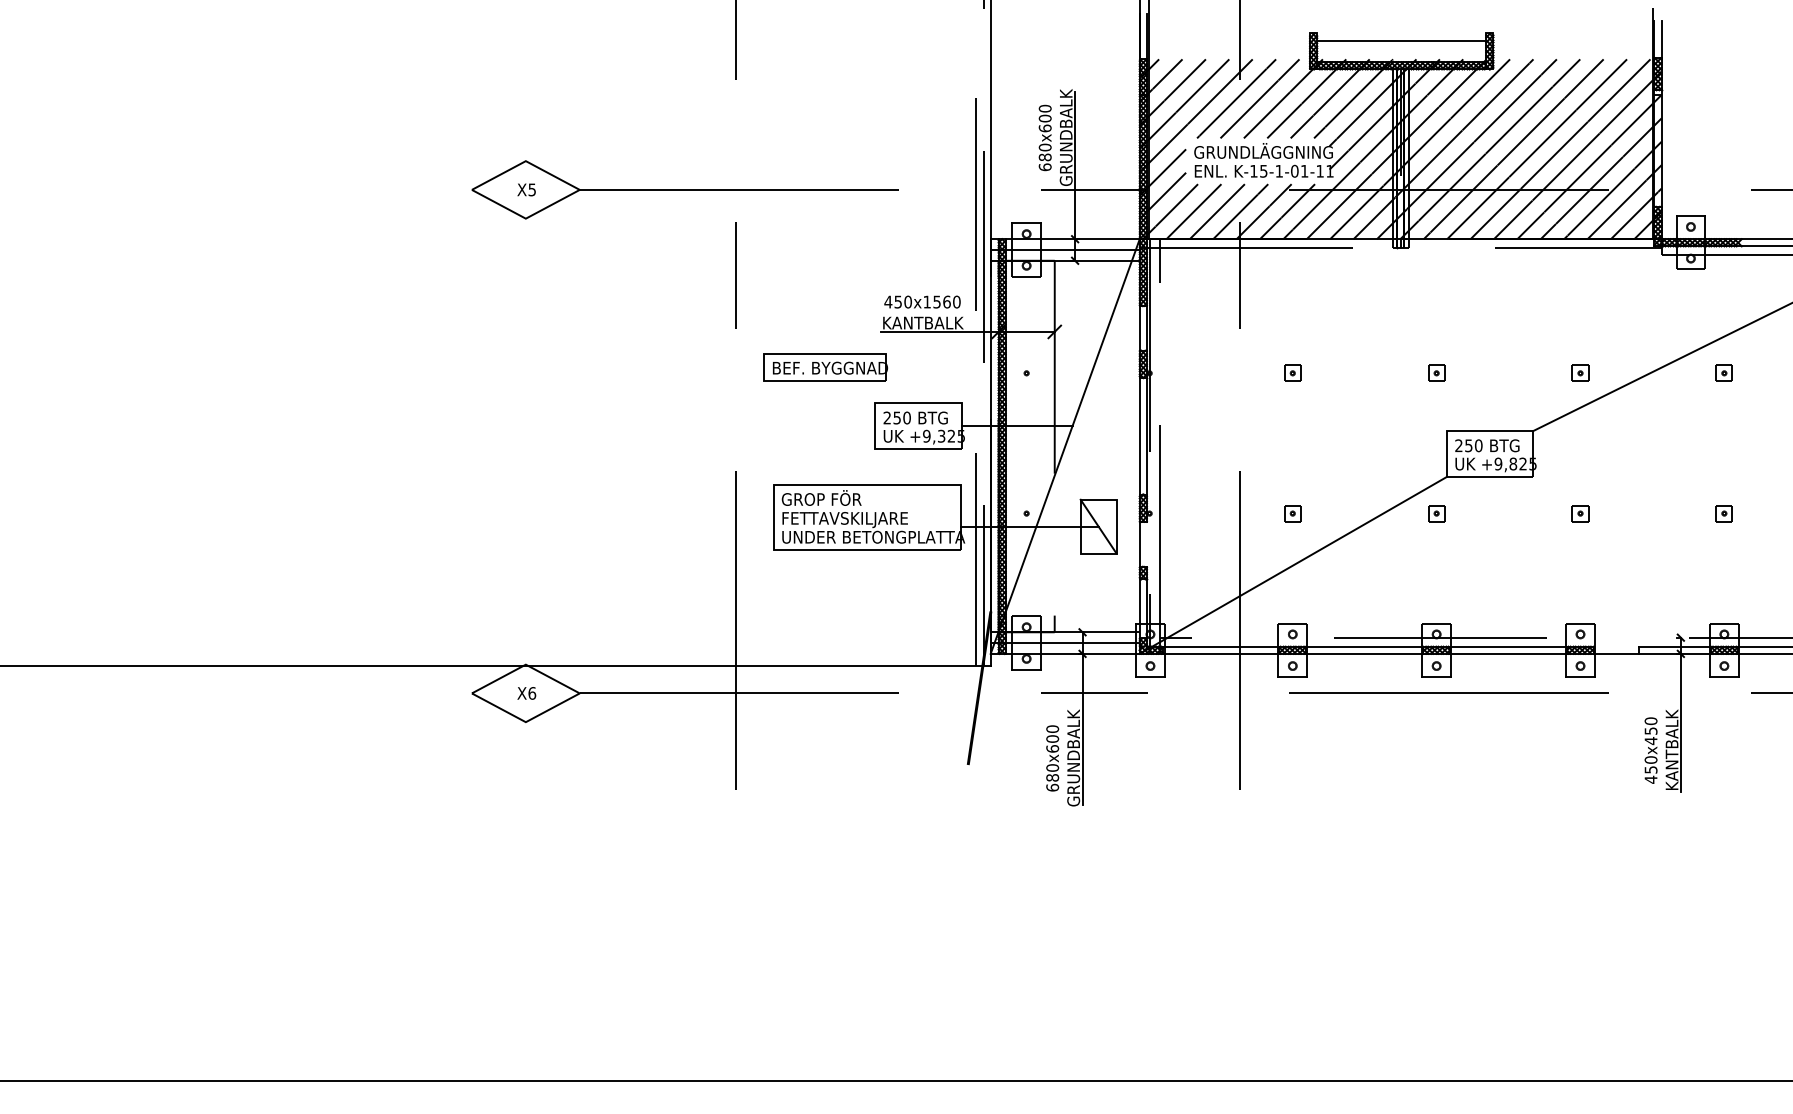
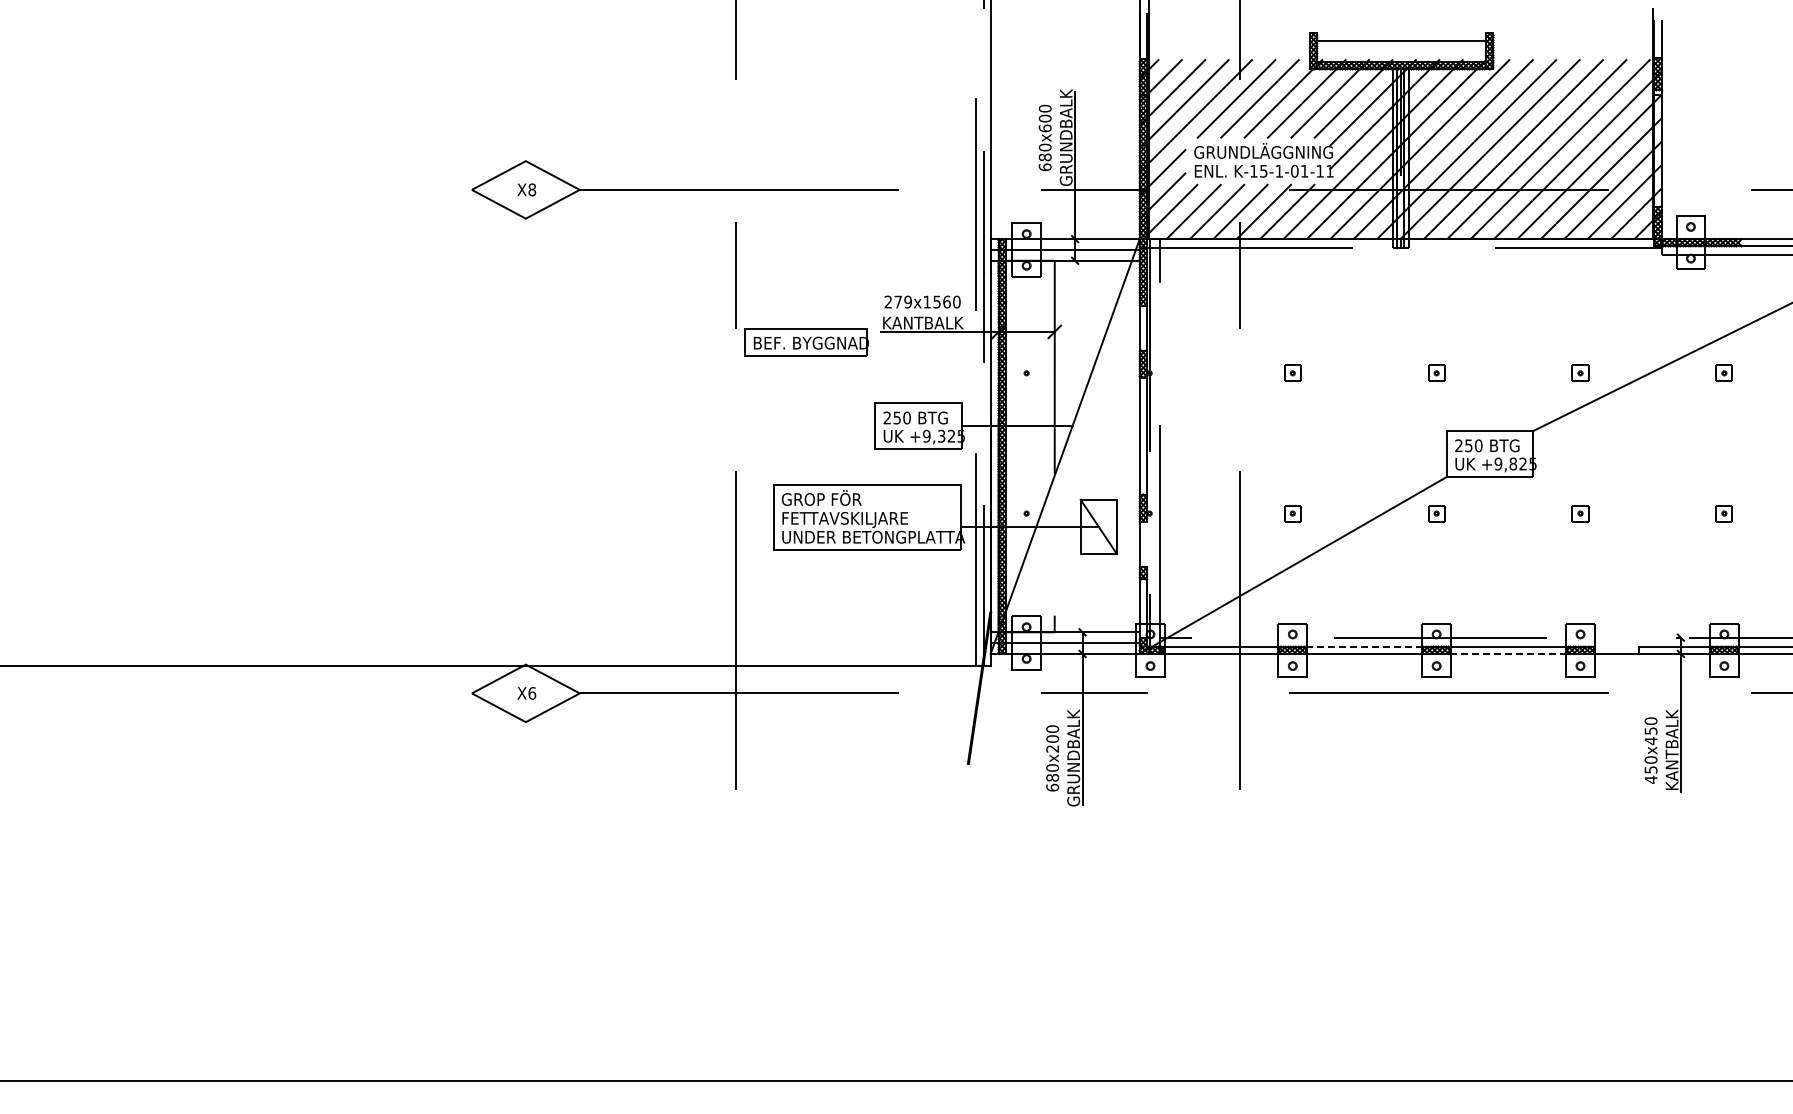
text at (532, 189): X5 -> X8
text at (897, 301): 450x1560 -> 279x1560
part at (825, 367) position: (825, 367) -> (806, 342)
line at (1364, 646): solid -> dashed
line at (1509, 653): solid -> dashed
text at (1052, 748): 680x600 -> 680x200
